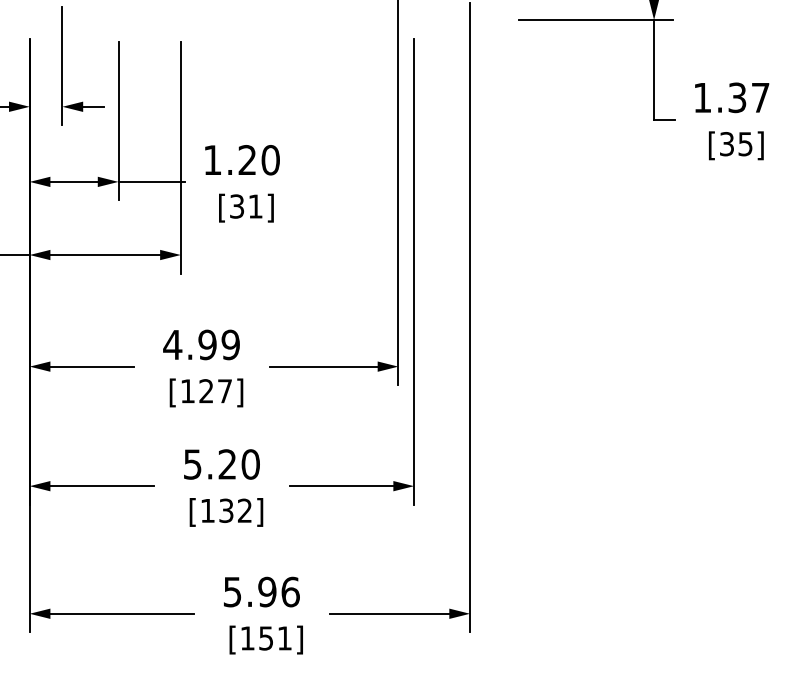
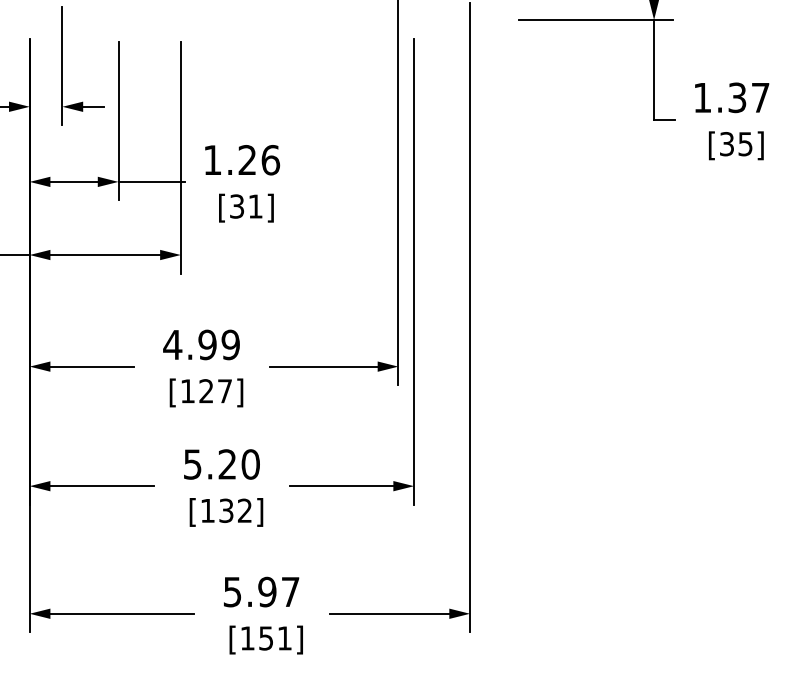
text at (270, 160): 1.20 -> 1.26
text at (290, 591): 5.96 -> 5.97
